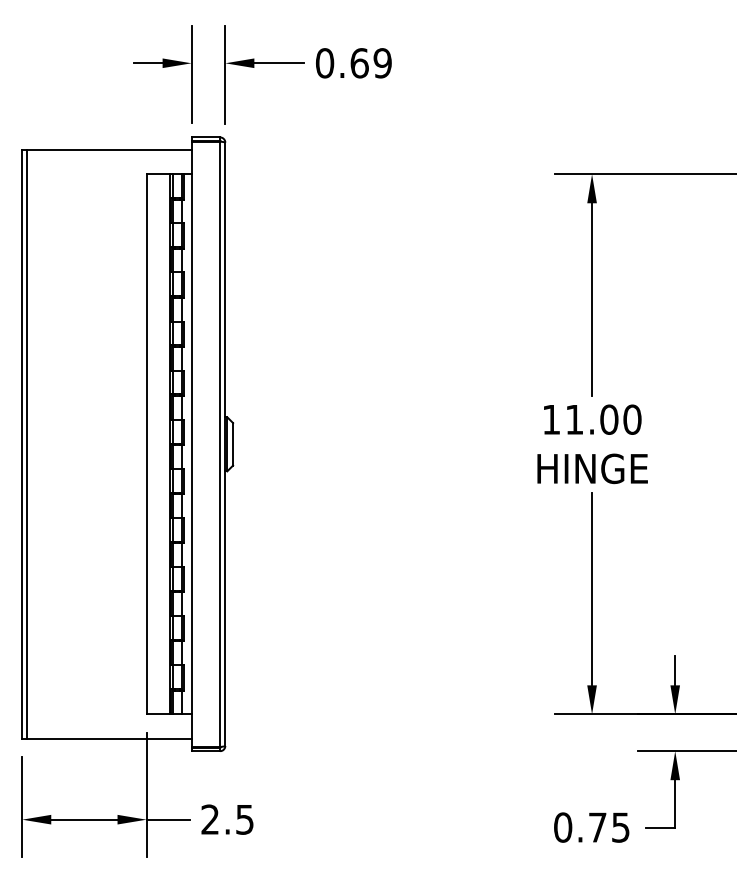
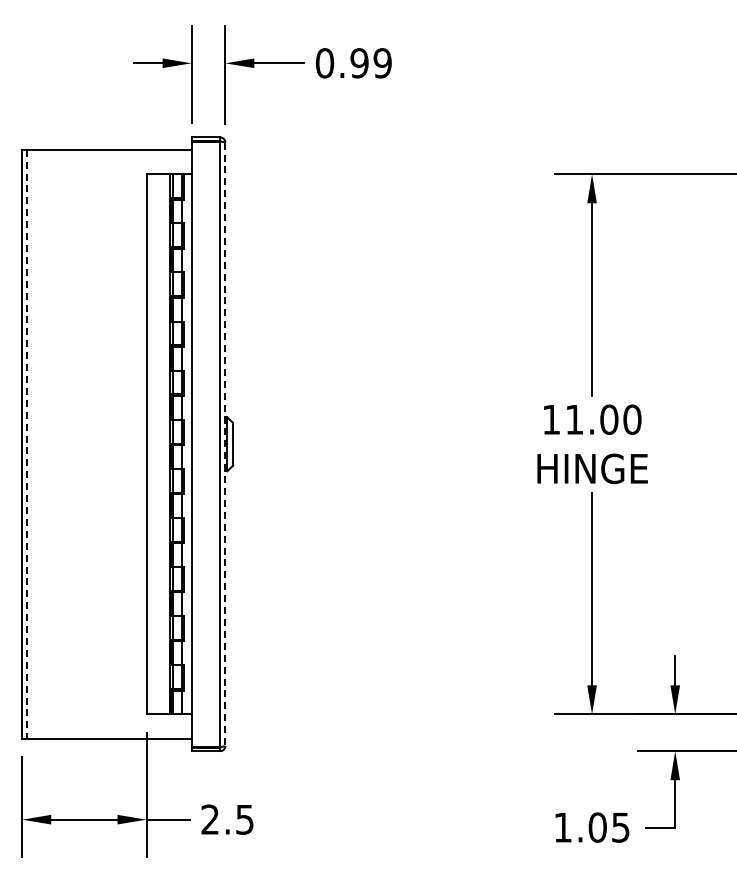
text at (359, 63): 0.69 -> 0.99
line at (27, 444): solid -> dashed
line at (225, 444): solid -> dashed
text at (580, 827): 0.75 -> 1.05
